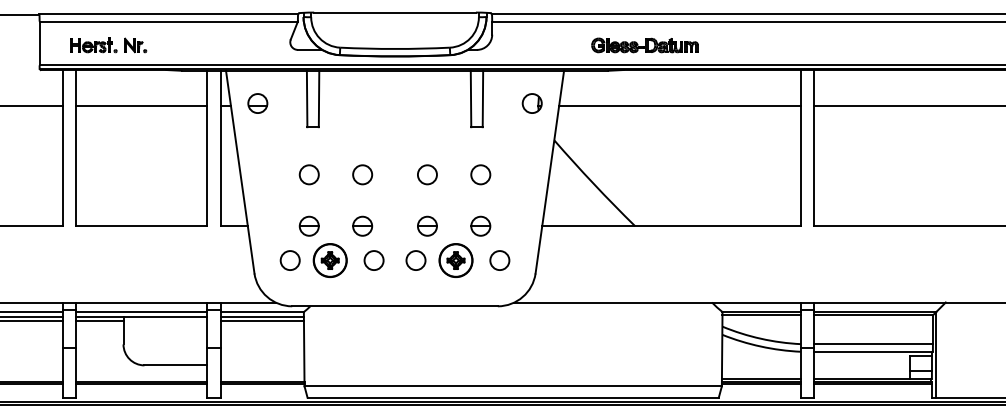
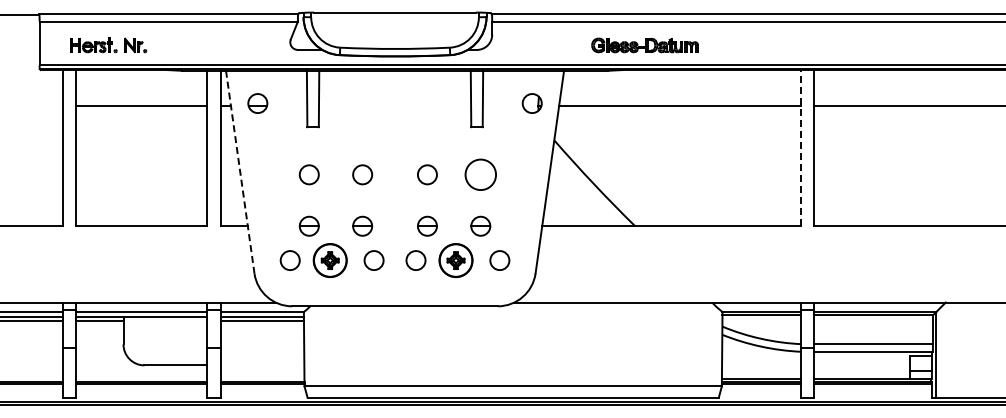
line at (32, 106): present -> none
line at (800, 147): solid -> dashed
line at (240, 172): solid -> dashed
circle at (480, 174) diameter: 19 px -> 30 px
